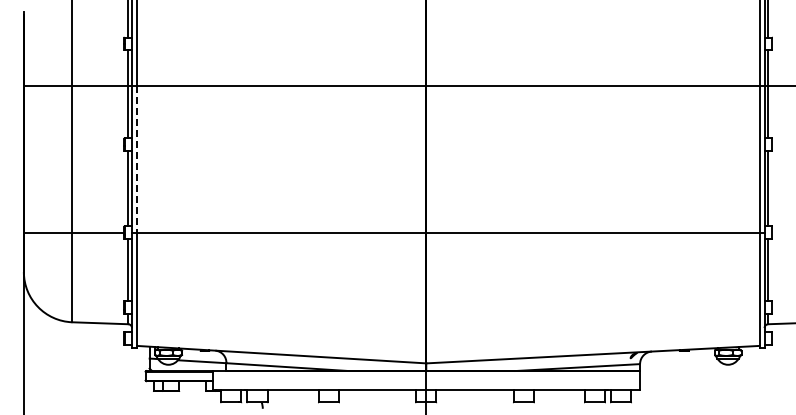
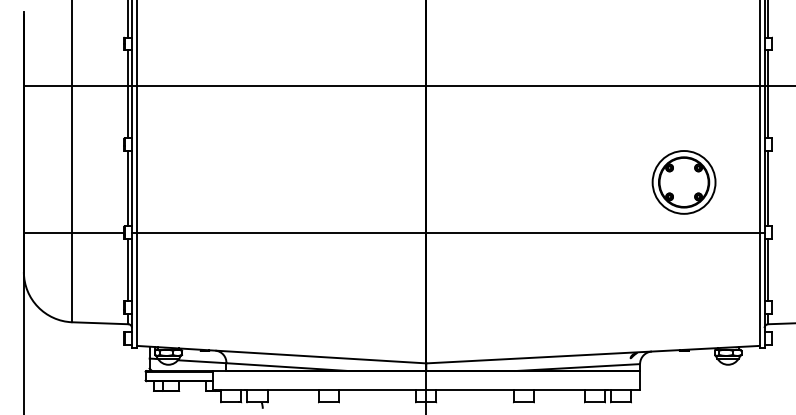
line at (137, 159): dashed -> solid
part at (683, 182): none -> present
